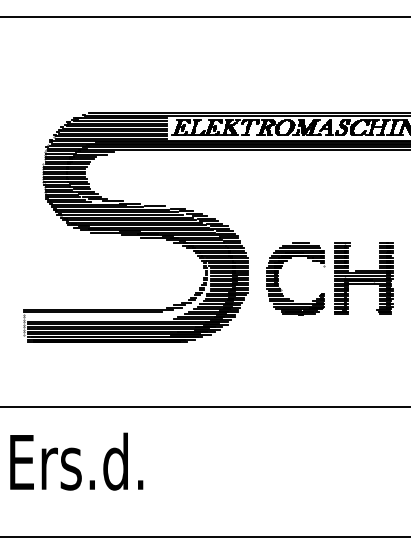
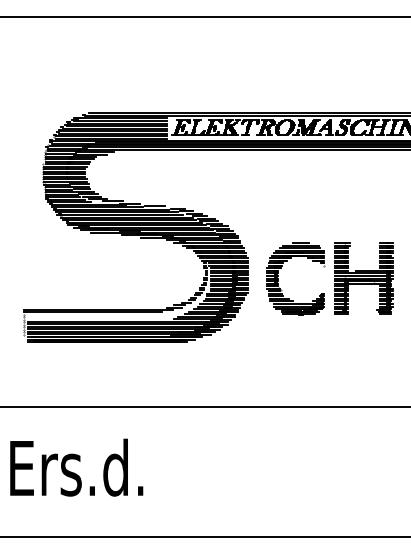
text at (76, 461) position: (76, 461) -> (76, 467)
